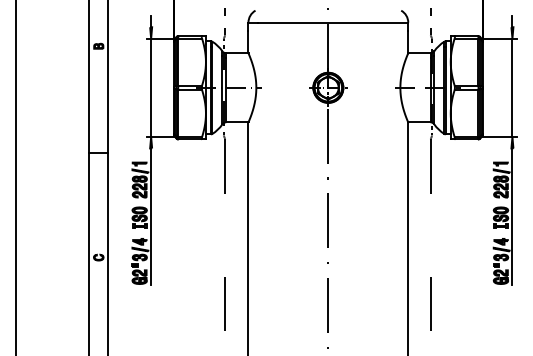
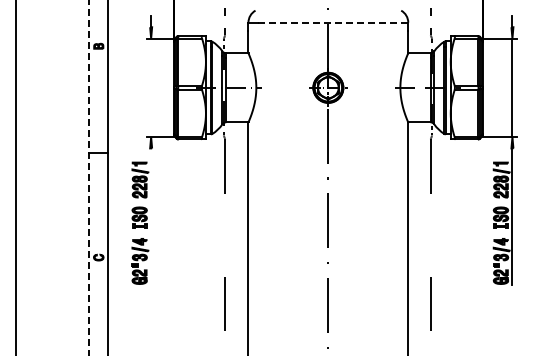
line at (332, 22): solid -> dashed
line at (151, 87): present -> none
line at (89, 178): solid -> dashed
line at (151, 216): present -> none
